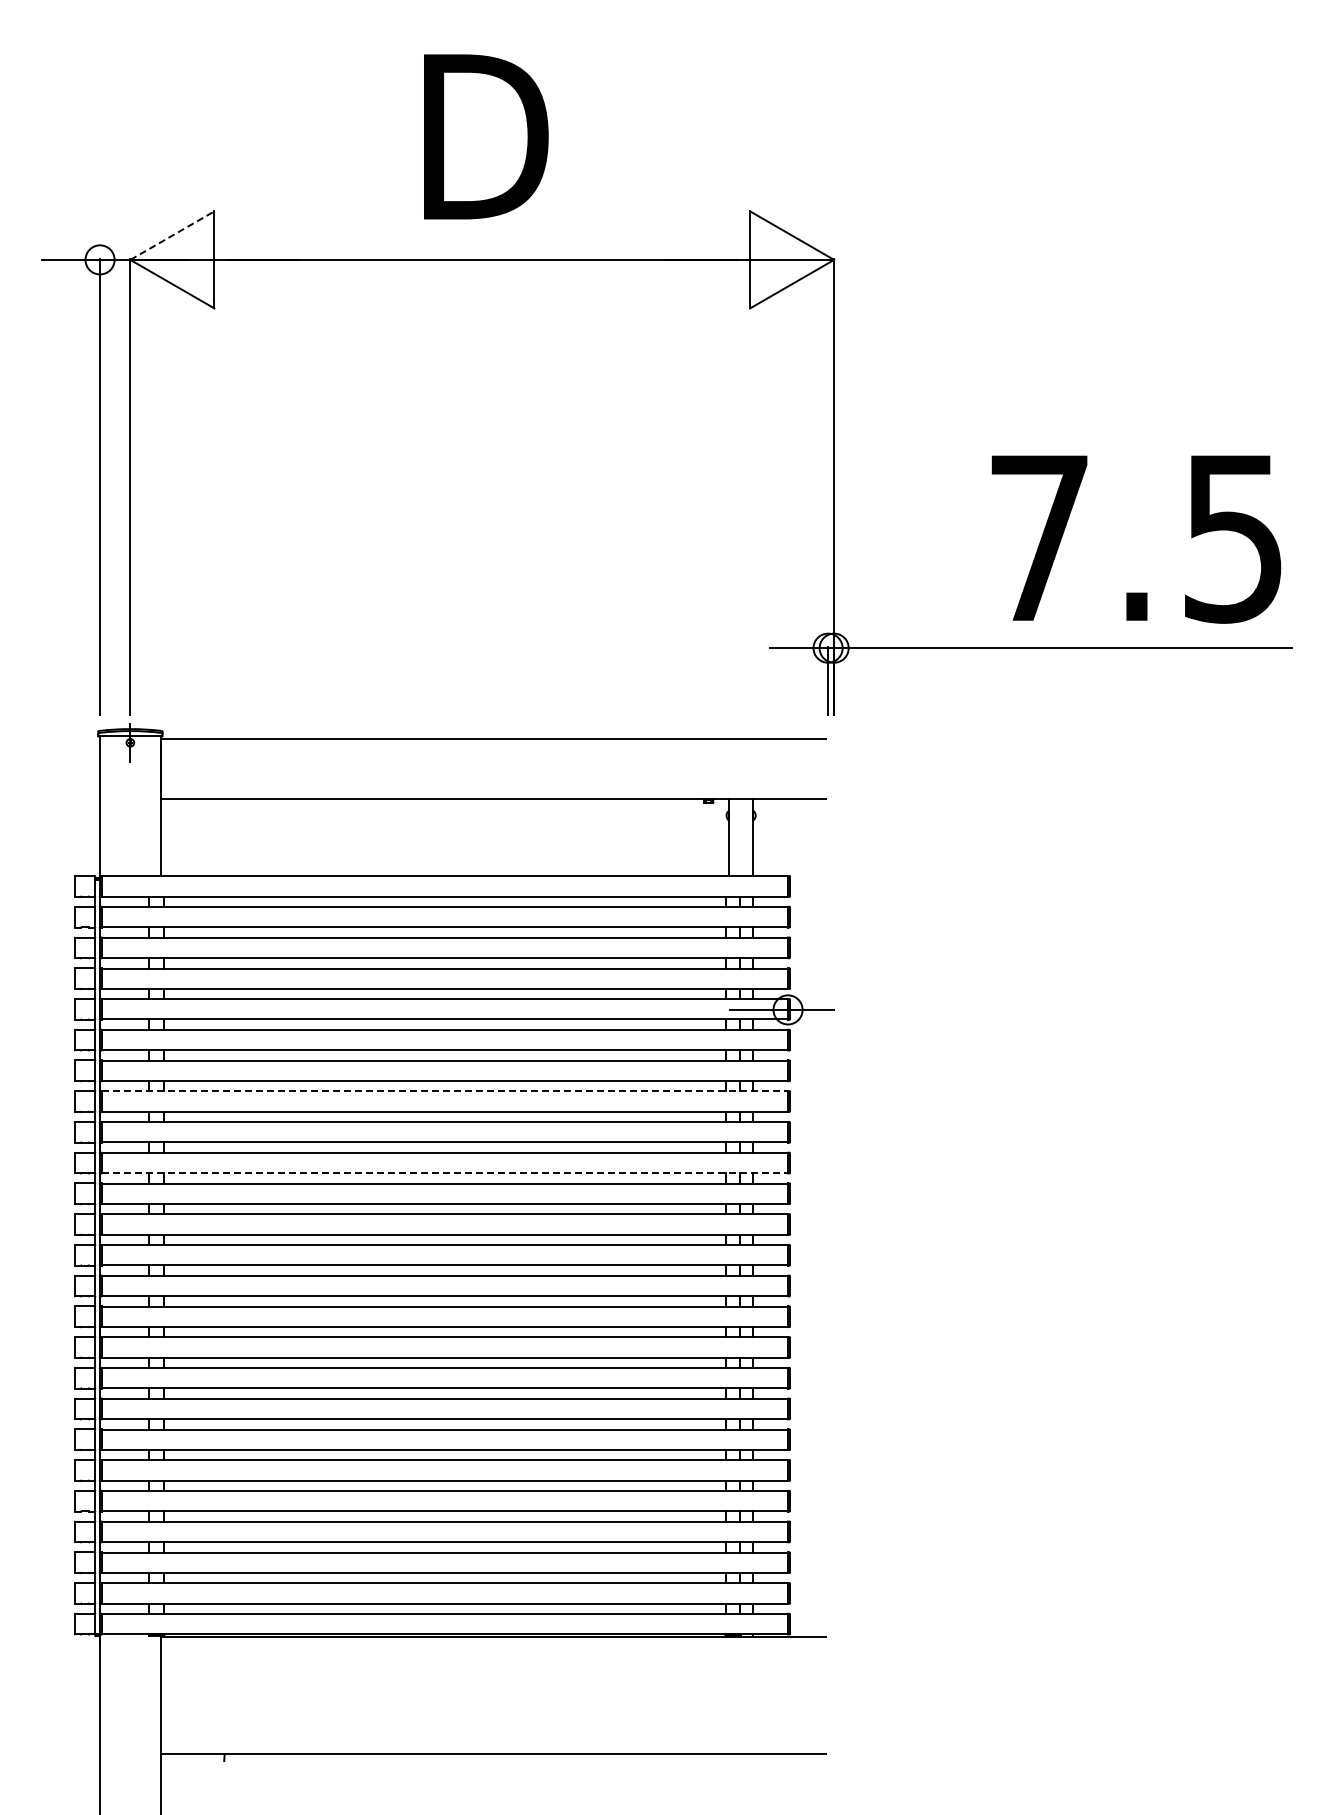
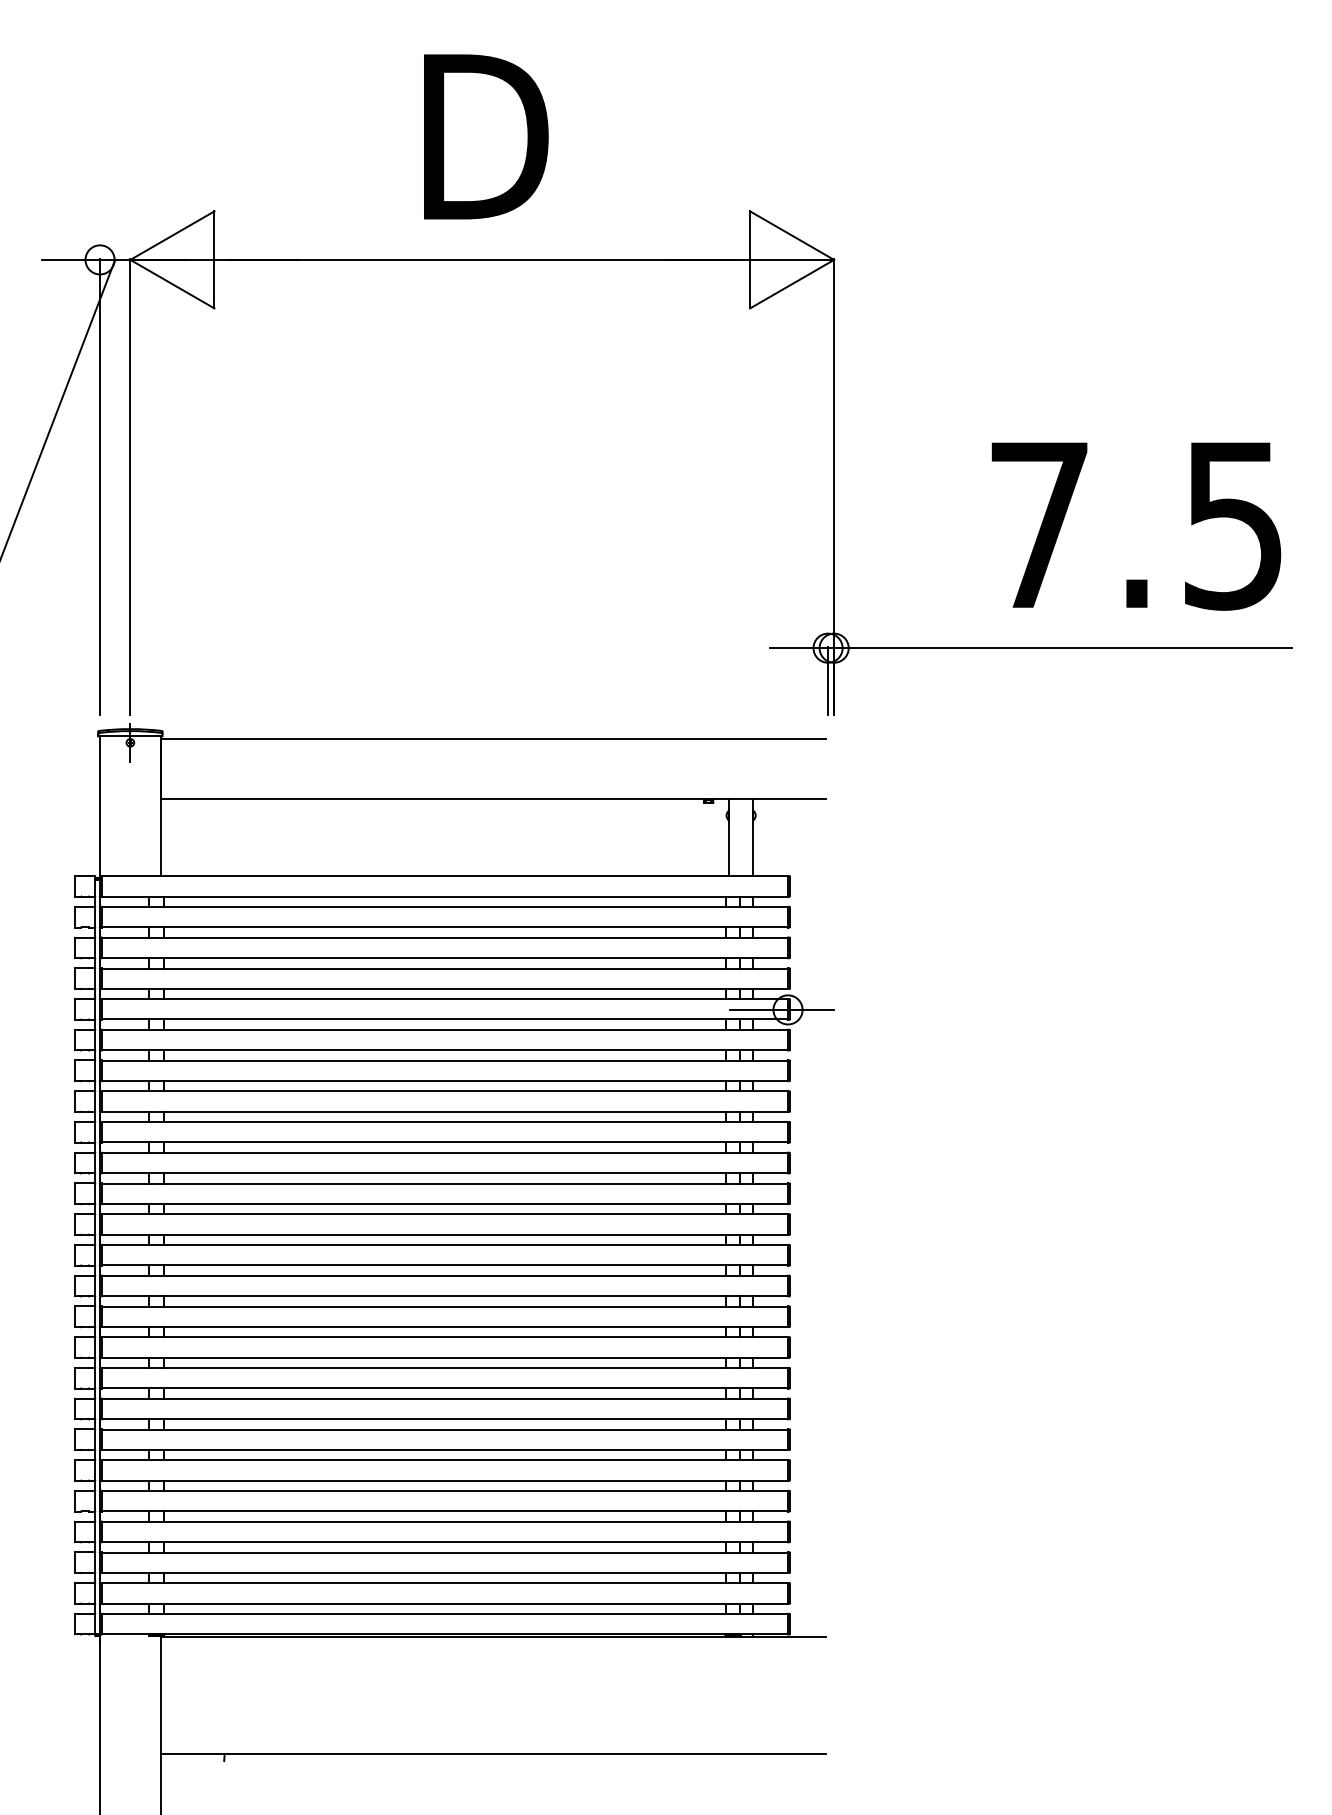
line at (172, 235): dashed -> solid
line at (58, 407): none -> present
text at (1136, 539) position: (1136, 539) -> (1136, 526)
line at (445, 1091): dashed -> solid
line at (445, 1173): dashed -> solid
